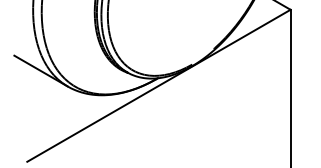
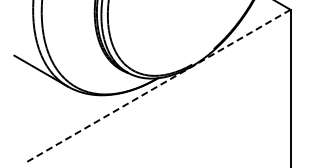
line at (159, 85): solid -> dashed
